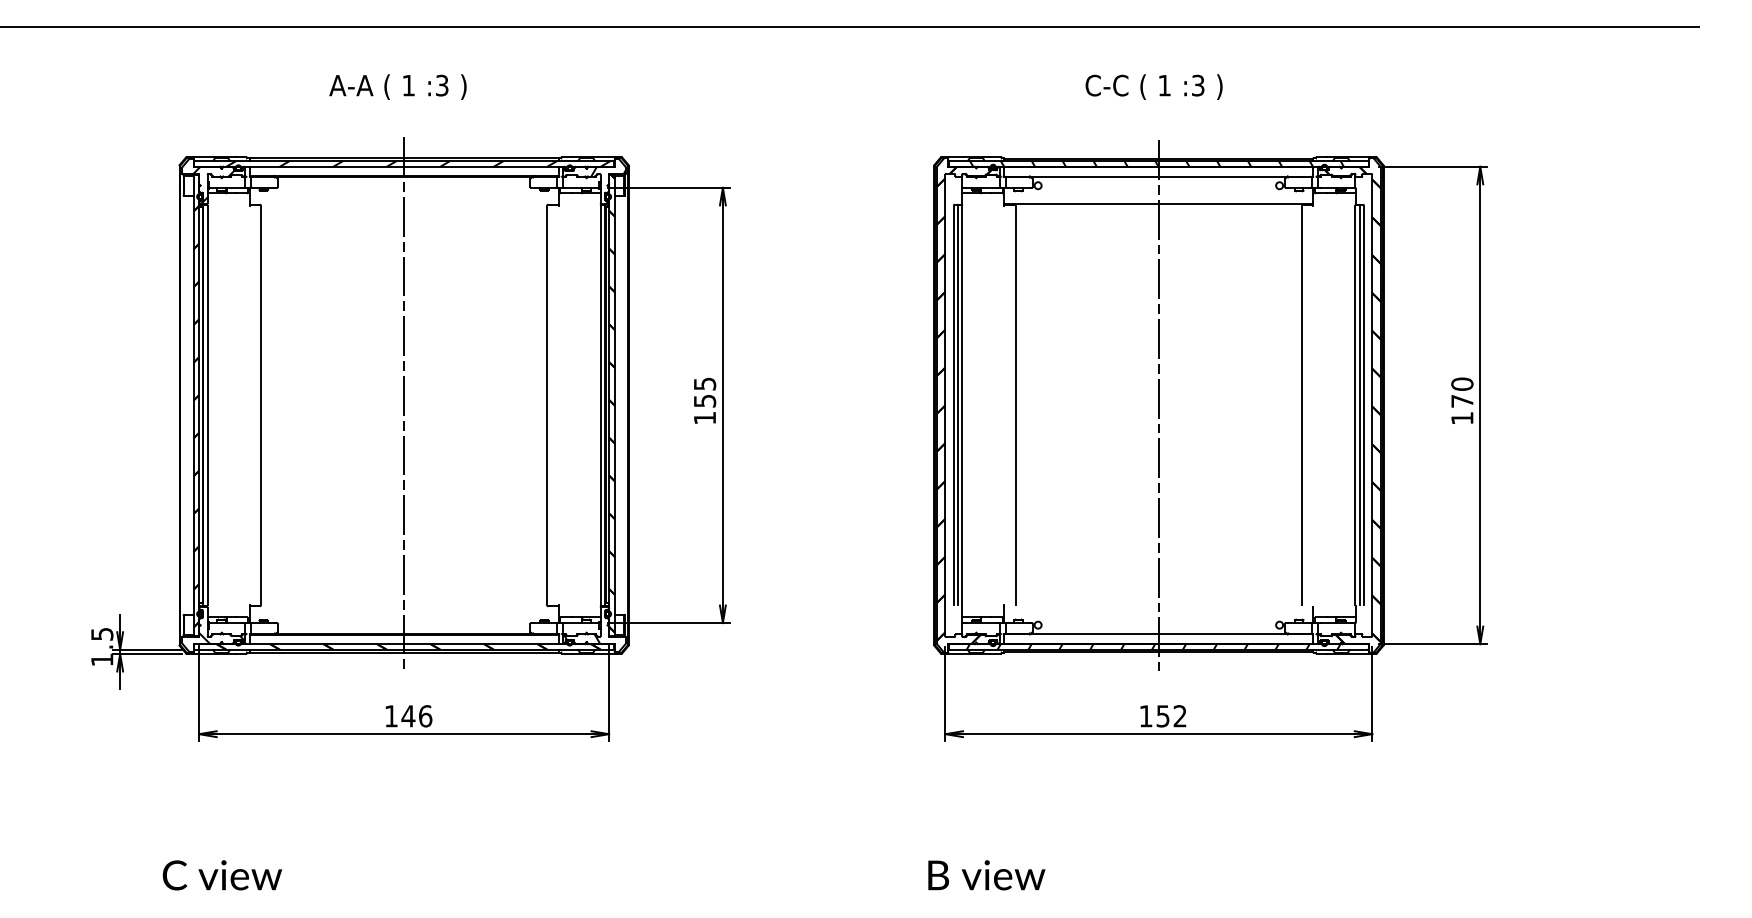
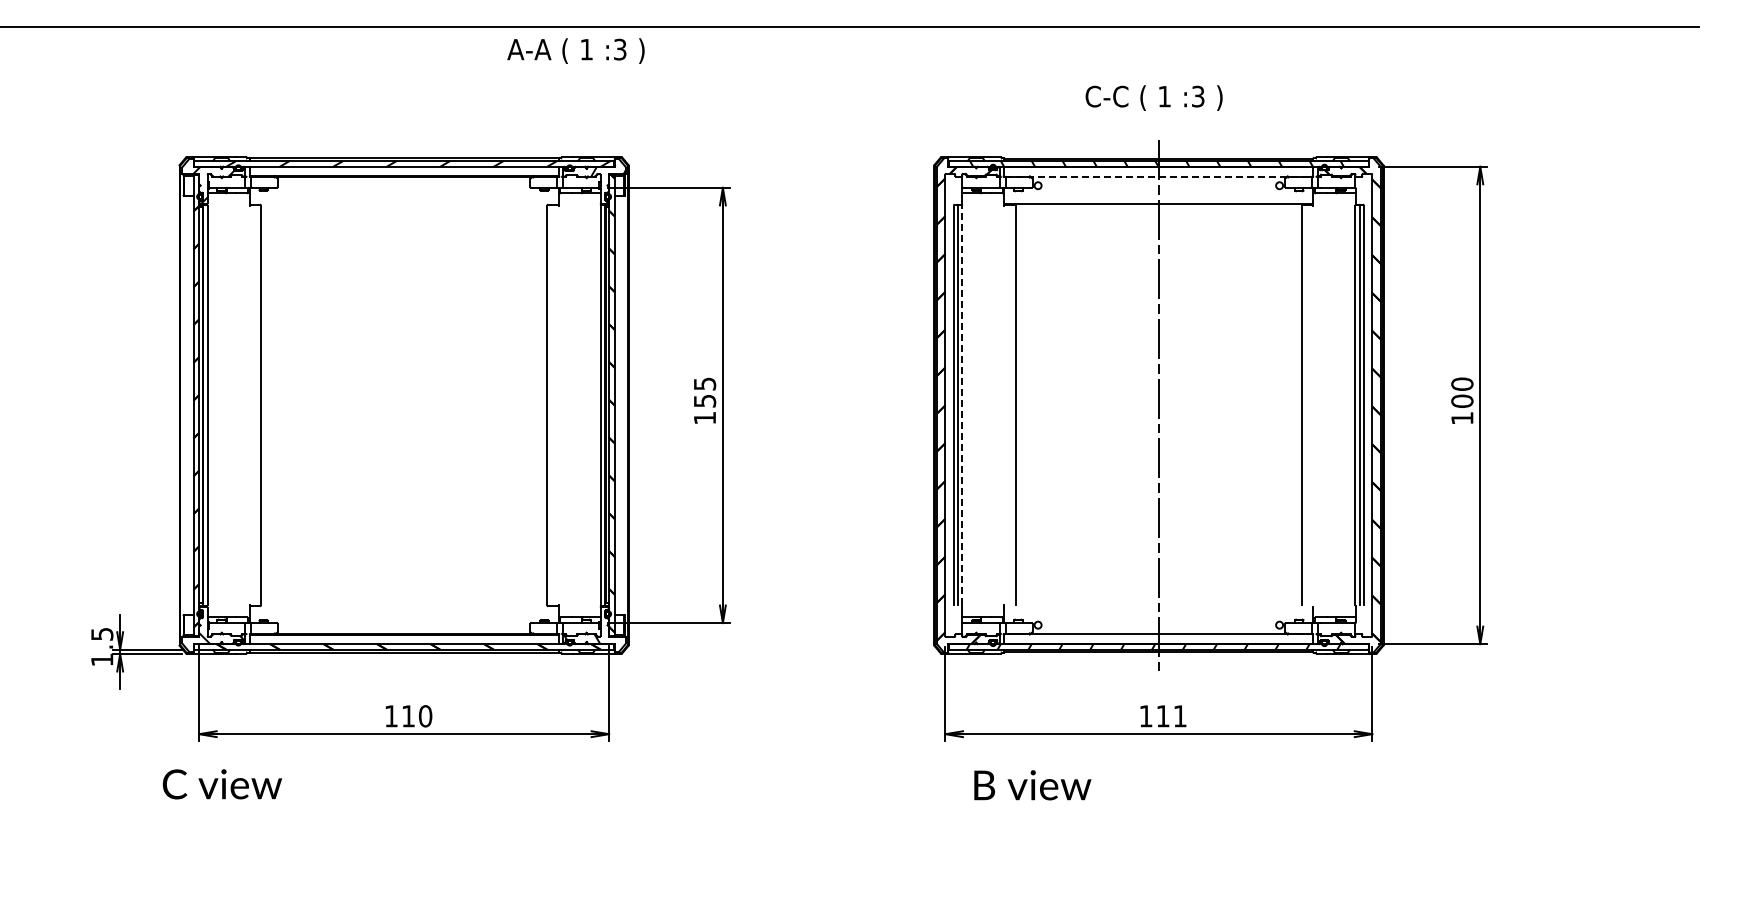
text at (397, 86) position: (397, 86) -> (575, 50)
text at (1153, 86) position: (1153, 86) -> (1153, 97)
line at (1159, 176): solid -> dashed
text at (1462, 400): 170 -> 100
line at (404, 403): present -> none
line at (962, 405): solid -> dashed
text at (416, 716): 146 -> 110
text at (1171, 716): 152 -> 111
text at (222, 875) position: (222, 875) -> (222, 784)
text at (986, 875) position: (986, 875) -> (1032, 785)
